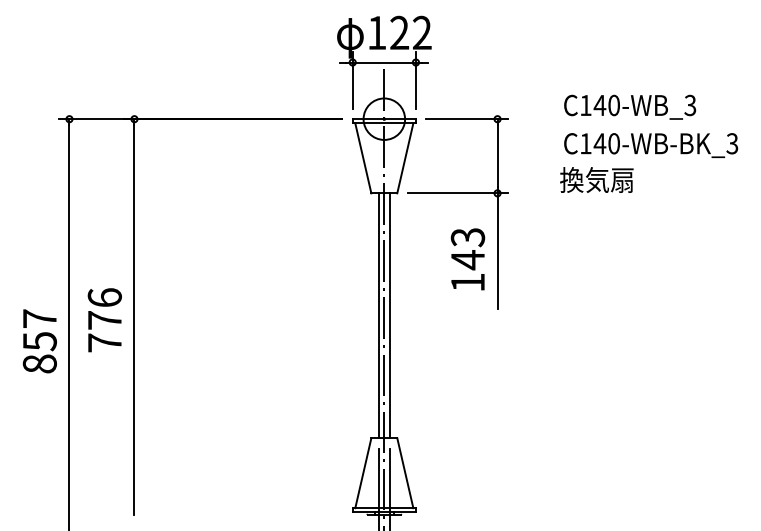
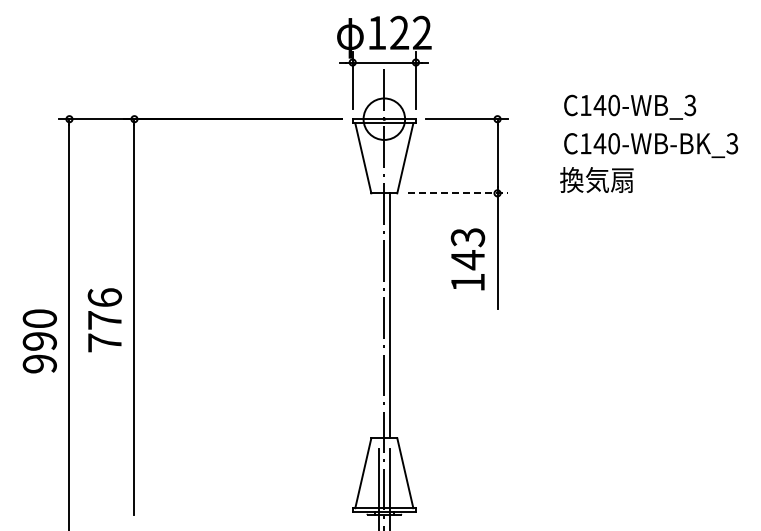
line at (458, 193): solid -> dashed
line at (378, 315): present -> none
text at (39, 341): 857 -> 990
